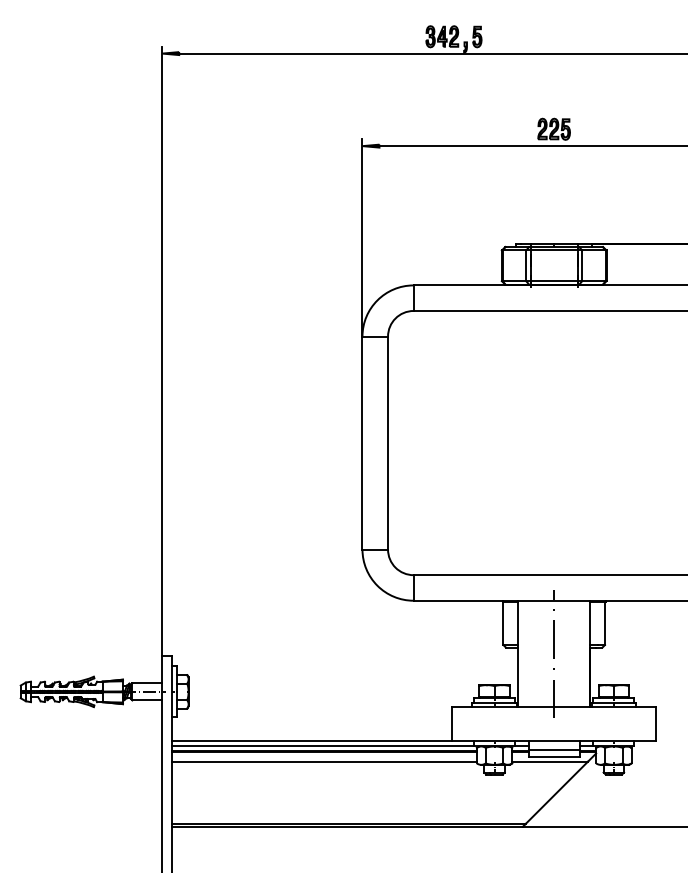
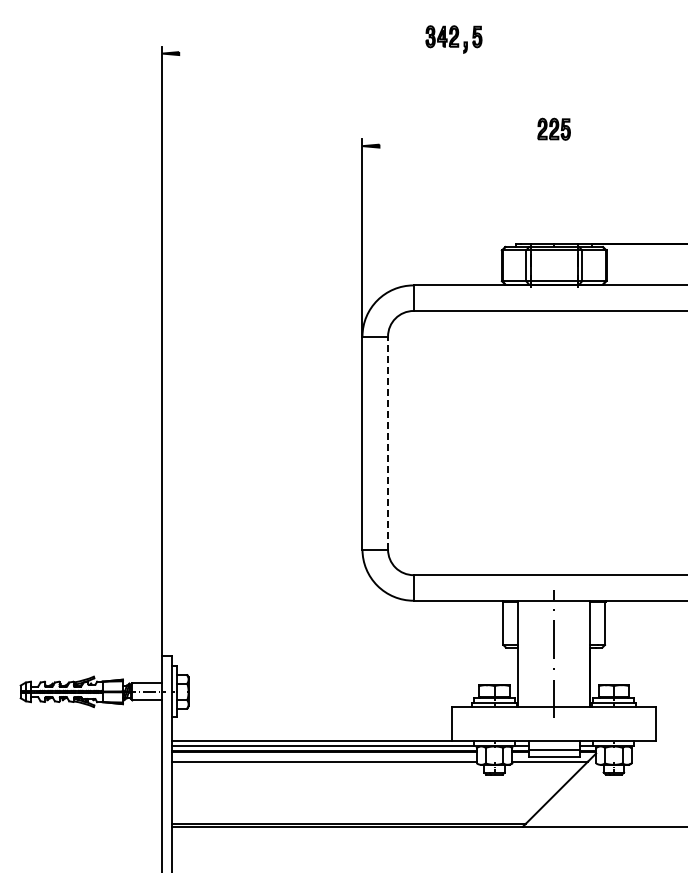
line at (431, 53): present -> none
line at (531, 146): present -> none
line at (388, 443): solid -> dashed
